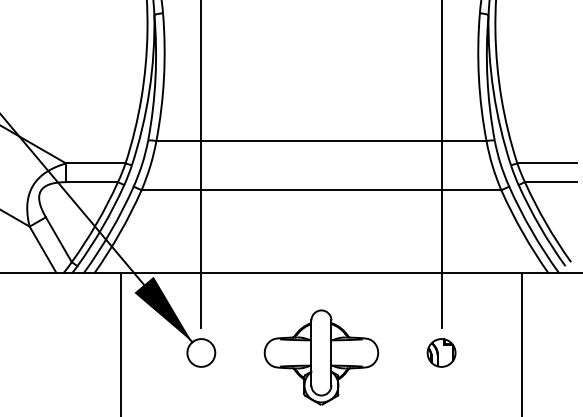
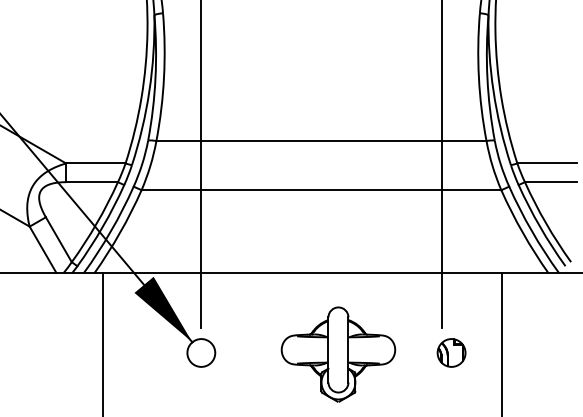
line at (121, 342) position: (121, 342) -> (103, 342)
line at (521, 342) position: (521, 342) -> (501, 342)
part at (441, 352) position: (441, 352) -> (451, 352)
part at (321, 357) position: (321, 357) -> (338, 354)
